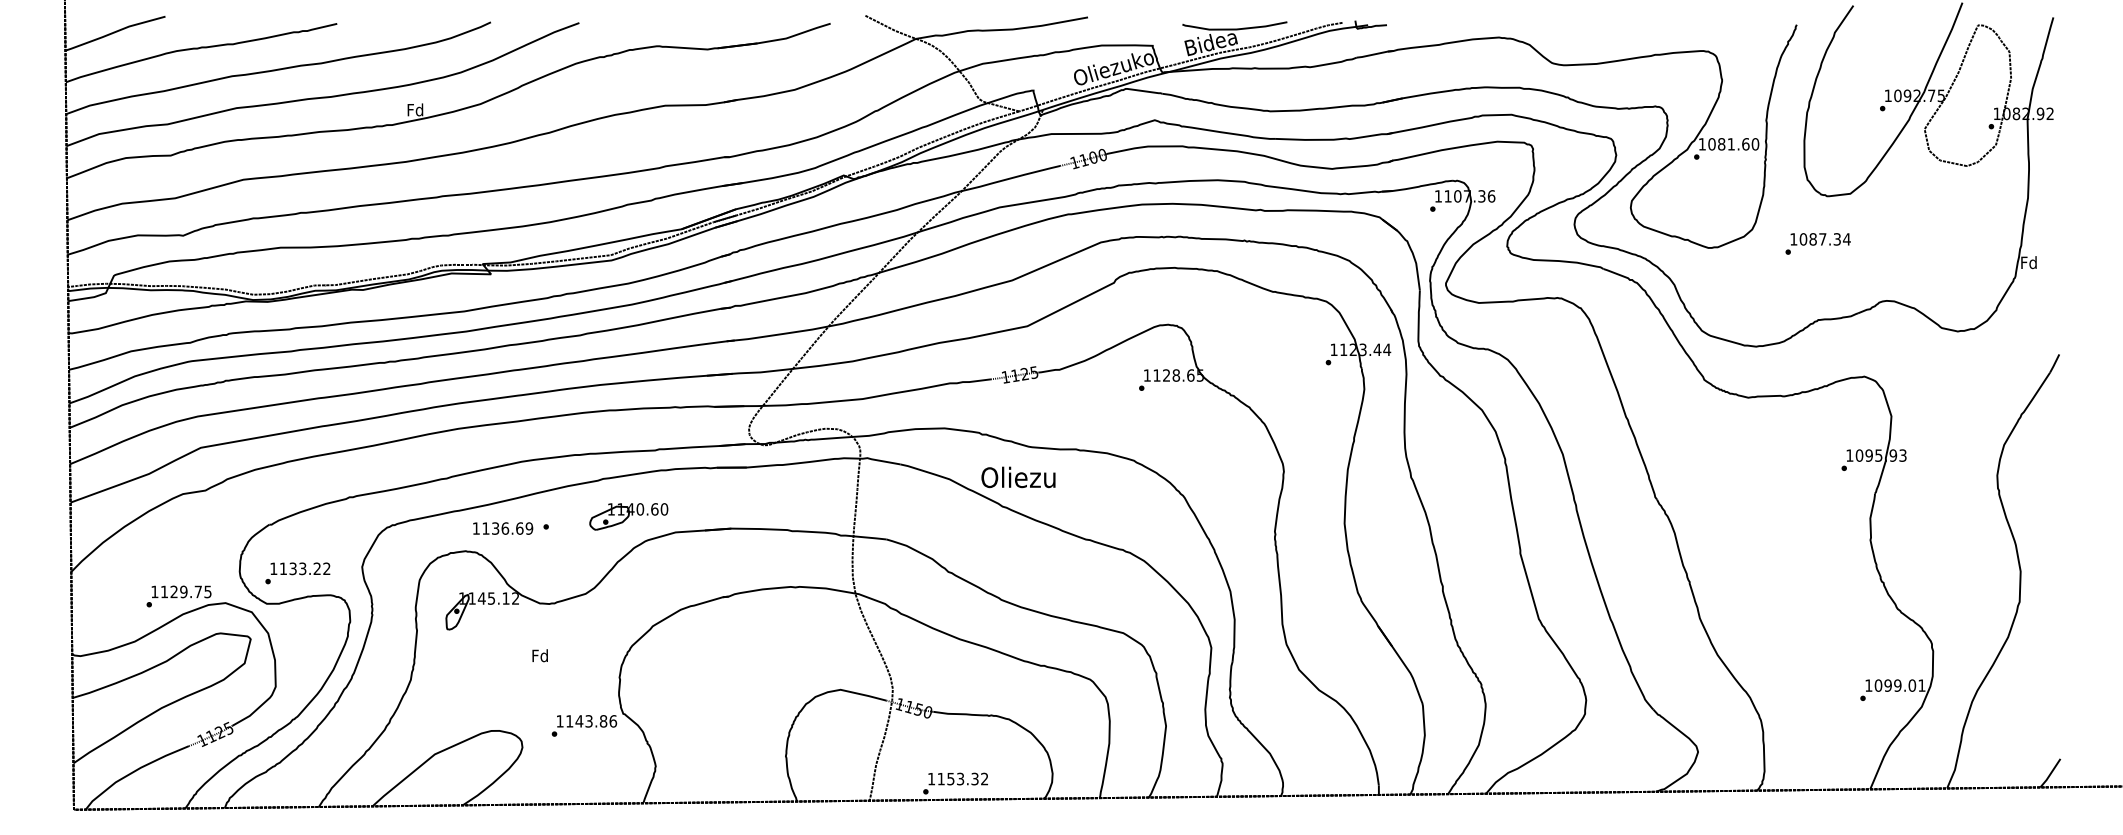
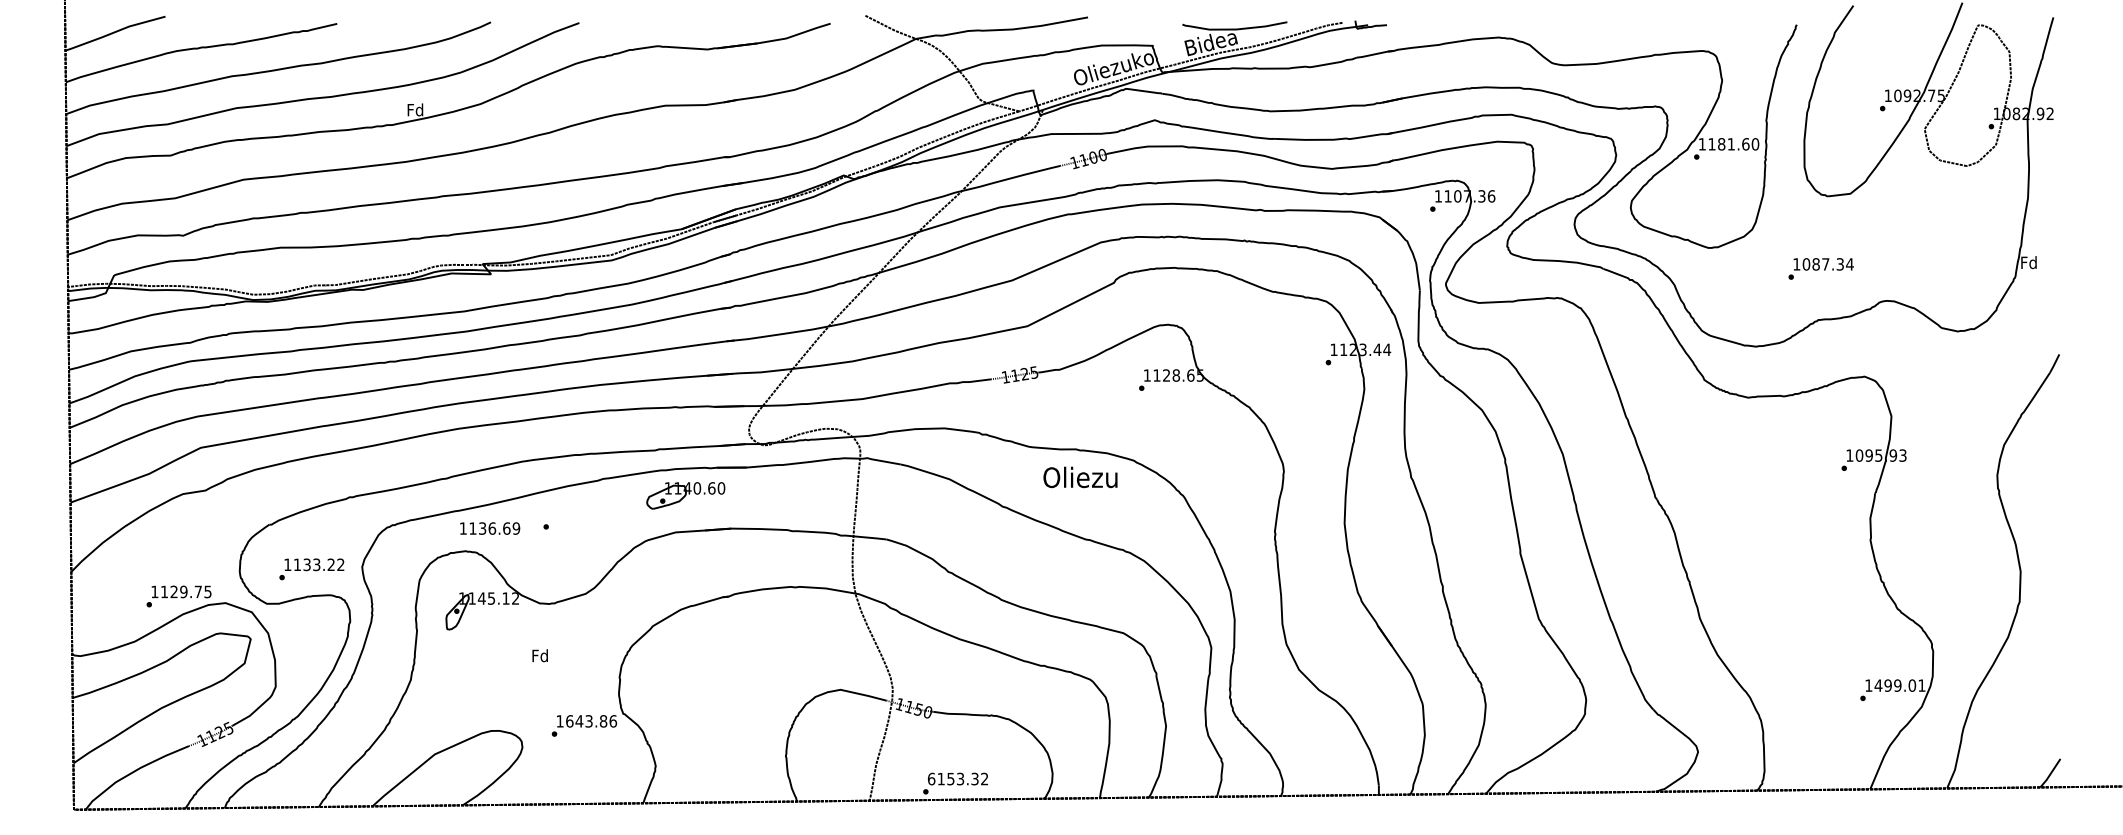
text at (1711, 144): 1081.60 -> 1181.60
text at (1817, 243) position: (1817, 243) -> (1820, 268)
text at (1018, 477) position: (1018, 477) -> (1080, 477)
part at (628, 516) position: (628, 516) -> (685, 495)
text at (503, 528) position: (503, 528) -> (490, 528)
text at (297, 573) position: (297, 573) -> (311, 569)
text at (1878, 685): 1099.01 -> 1499.01
text at (569, 721): 1143.86 -> 1643.86
text at (931, 778): 1153.32 -> 6153.32
